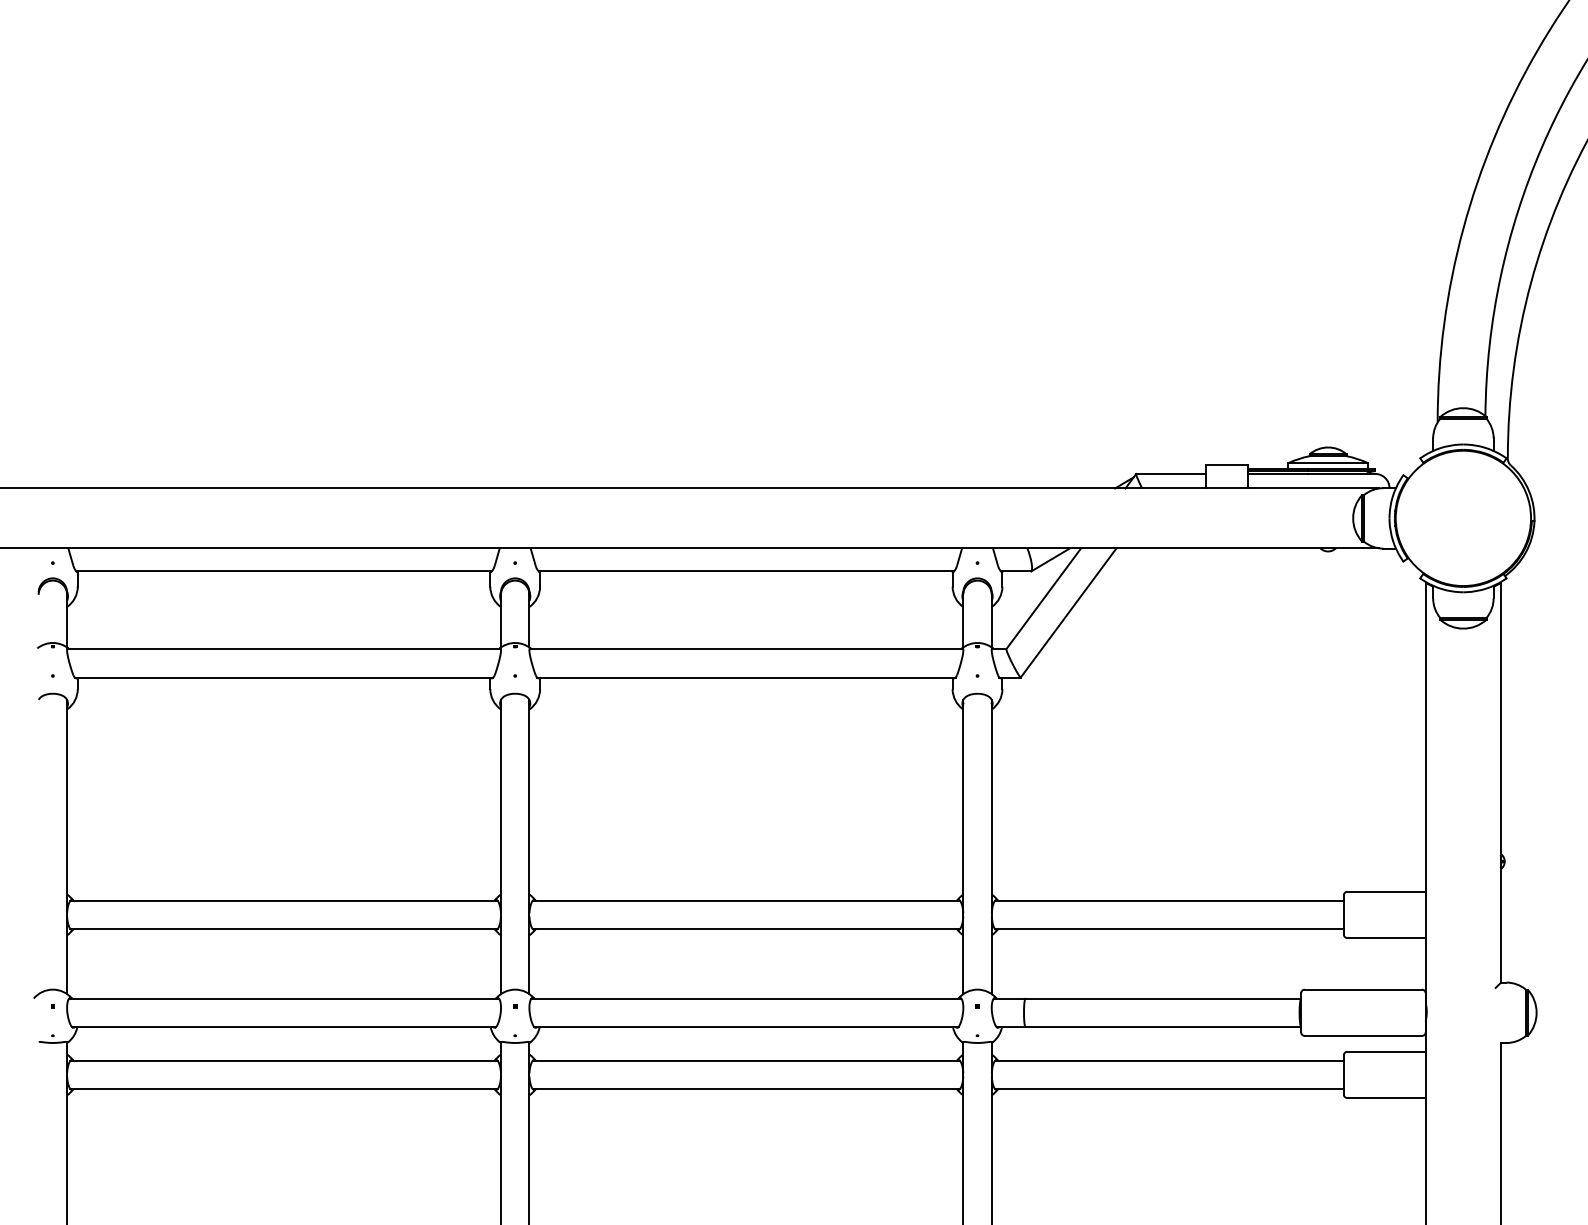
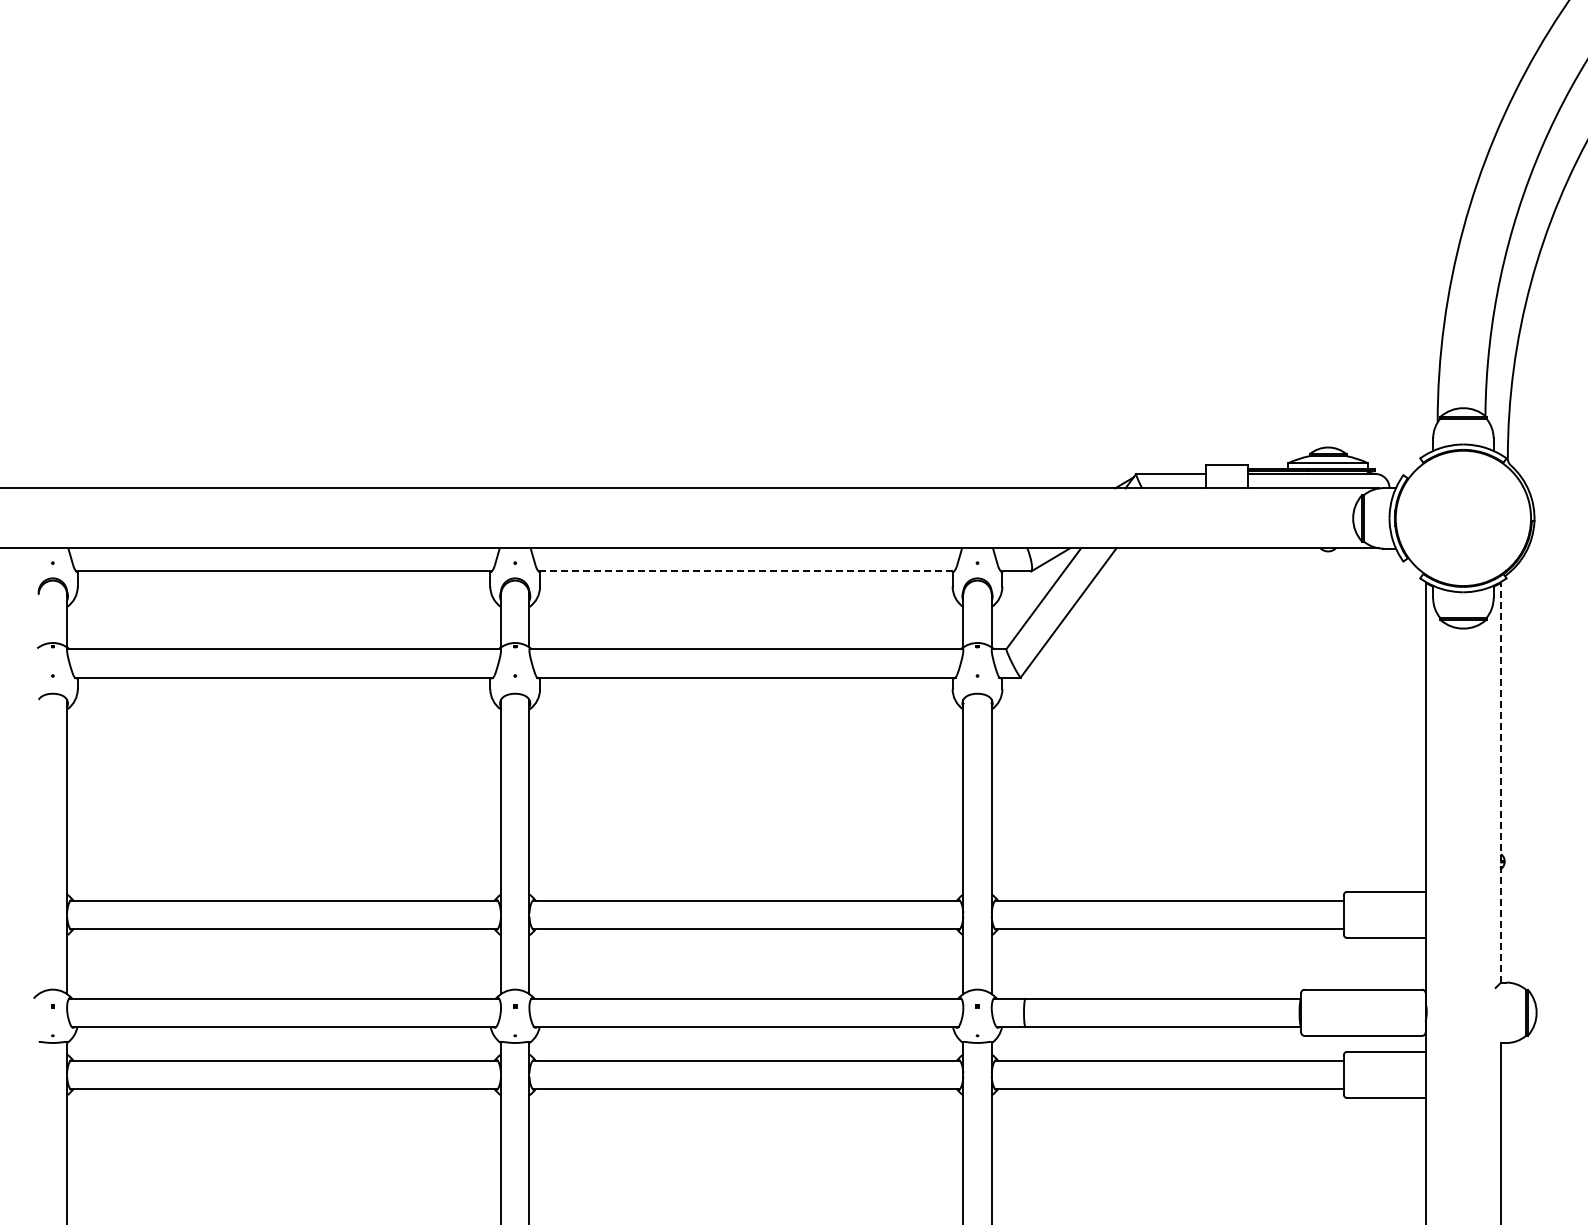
line at (746, 571): solid -> dashed
line at (1501, 782): solid -> dashed
